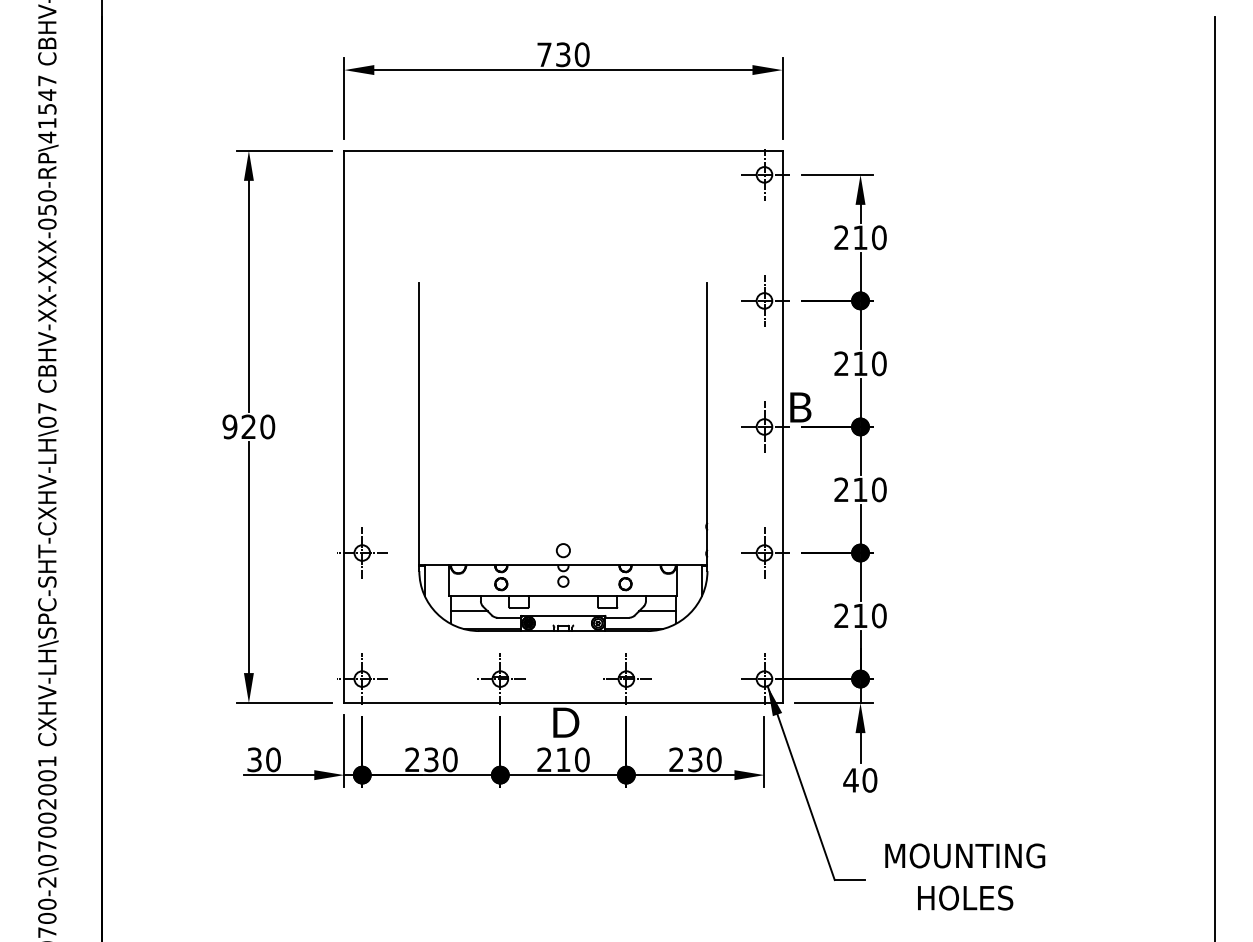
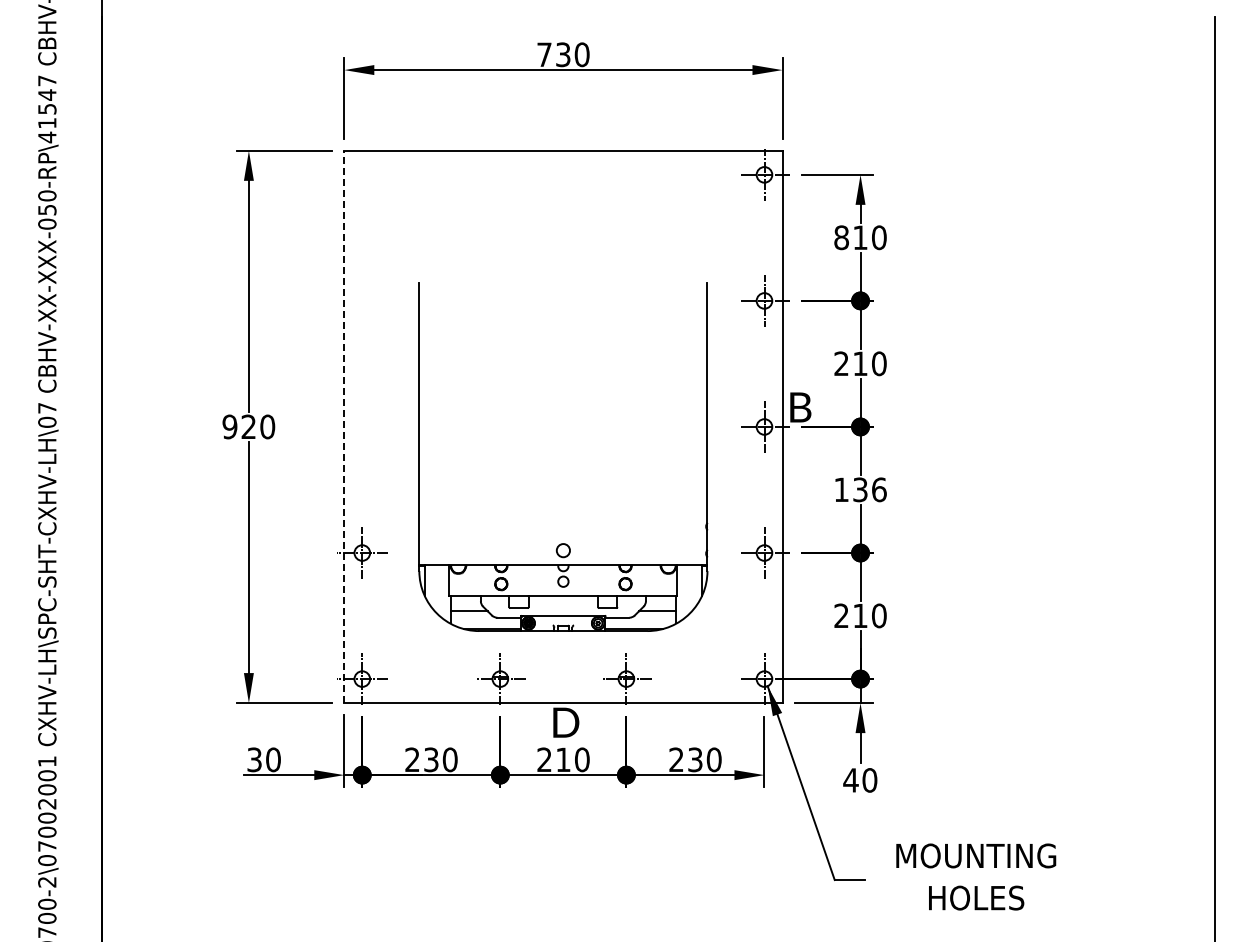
text at (841, 237): 210 -> 810
line at (344, 426): solid -> dashed
text at (860, 489): 210 -> 136
text at (965, 876) position: (965, 876) -> (976, 876)
